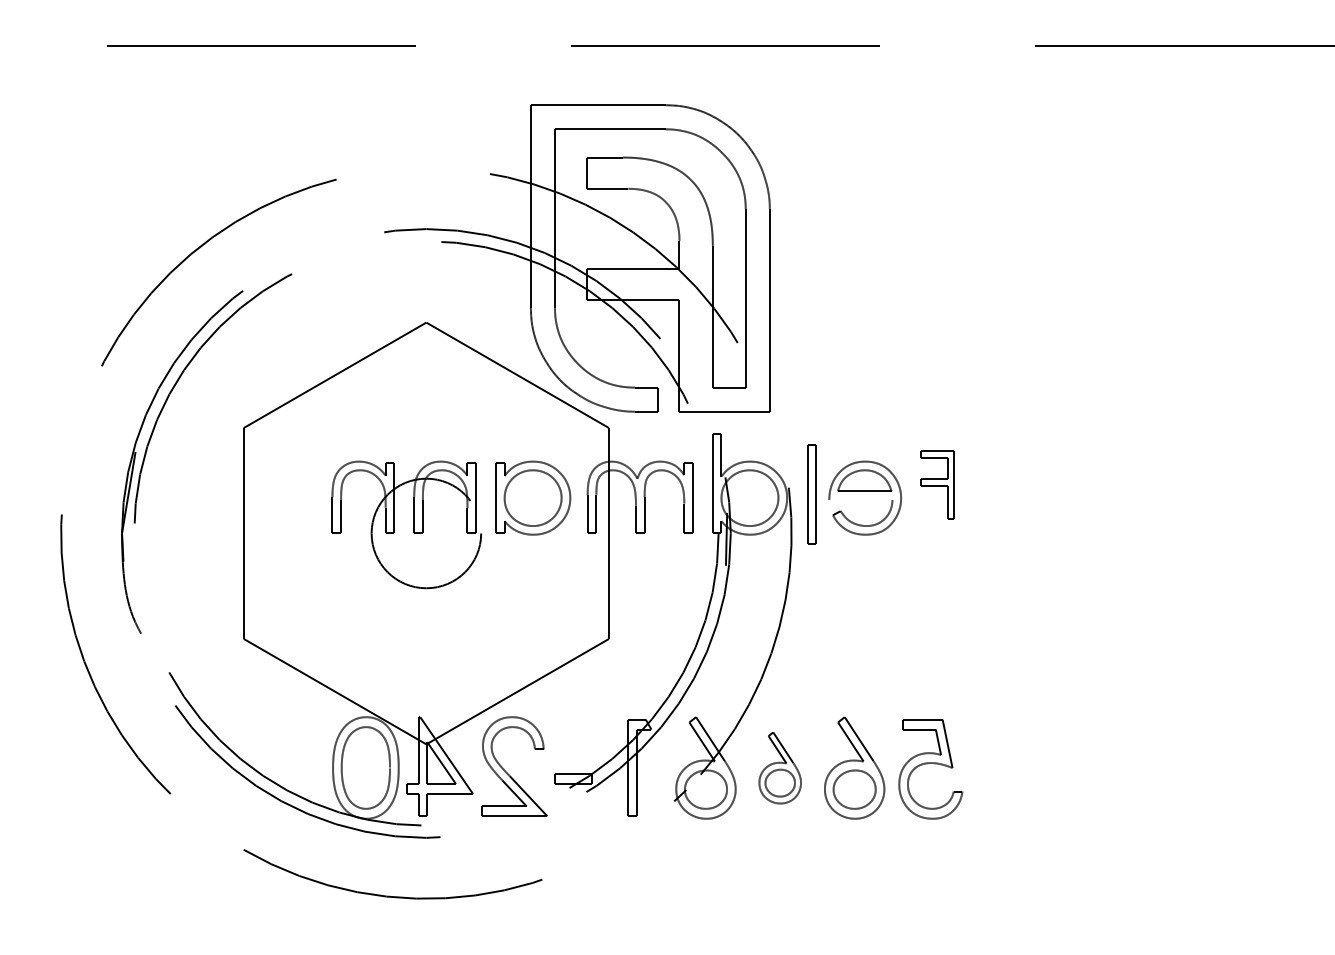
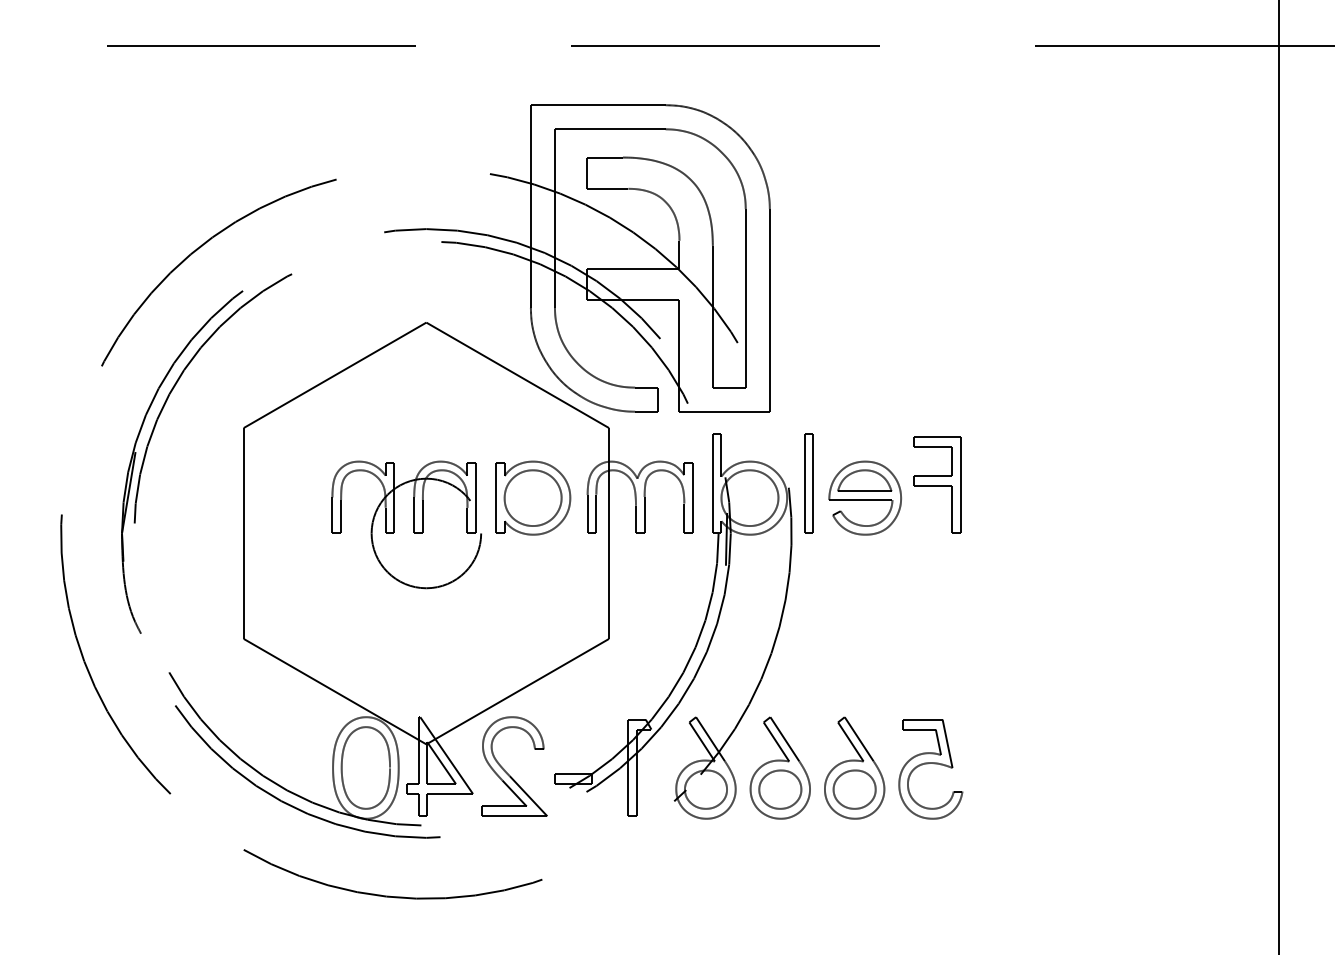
line at (1278, 476): none -> present
part at (937, 484) size: 35x70 px -> 49x98 px
part at (811, 494) position: (811, 494) -> (808, 483)
line at (860, 500): none -> present
part at (779, 768) size: 44x73 px -> 62x104 px
